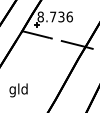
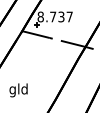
text at (69, 16): 8.736 -> 8.737
